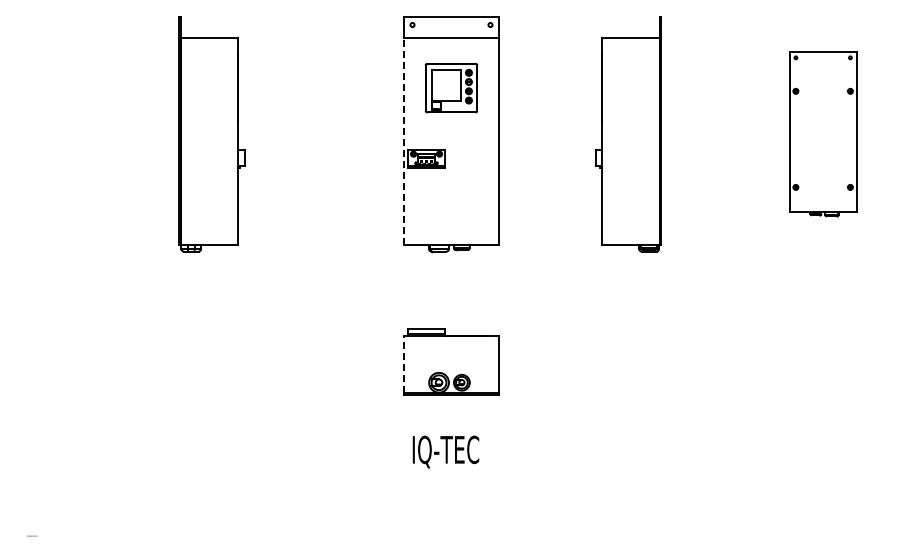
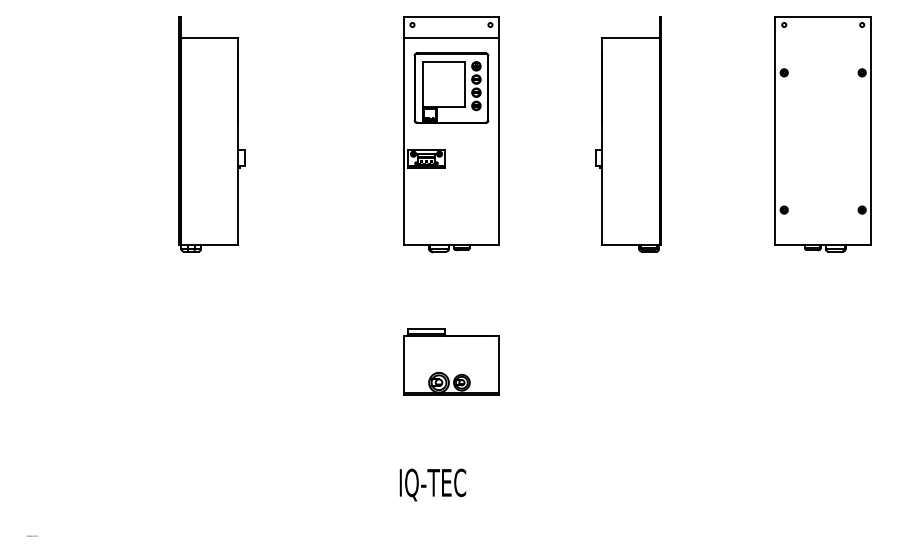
part at (451, 88) size: 55x51 px -> 77x72 px
part at (823, 134) size: 69x167 px -> 98x237 px
line at (403, 141): dashed -> solid
line at (403, 364): dashed -> solid
text at (445, 451) position: (445, 451) -> (432, 484)
